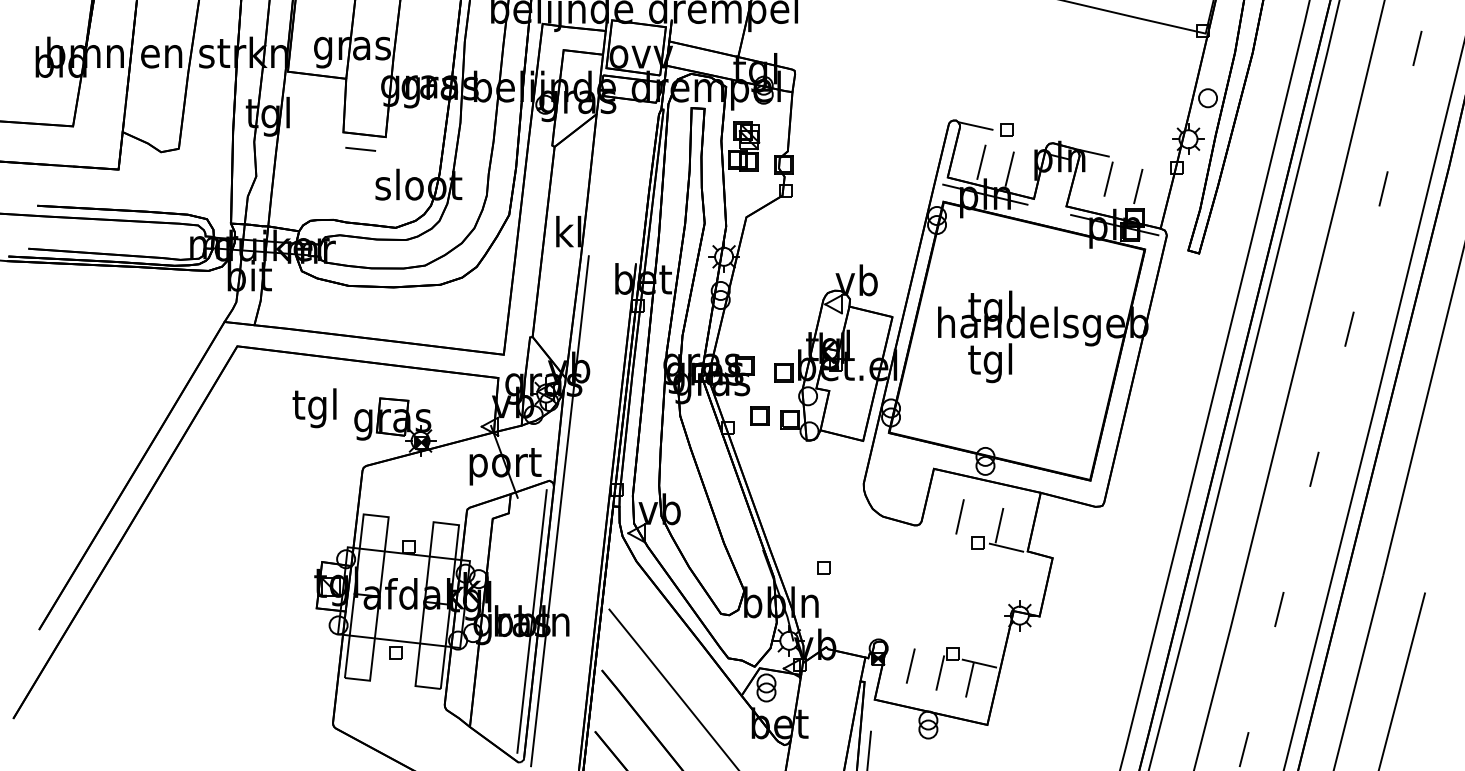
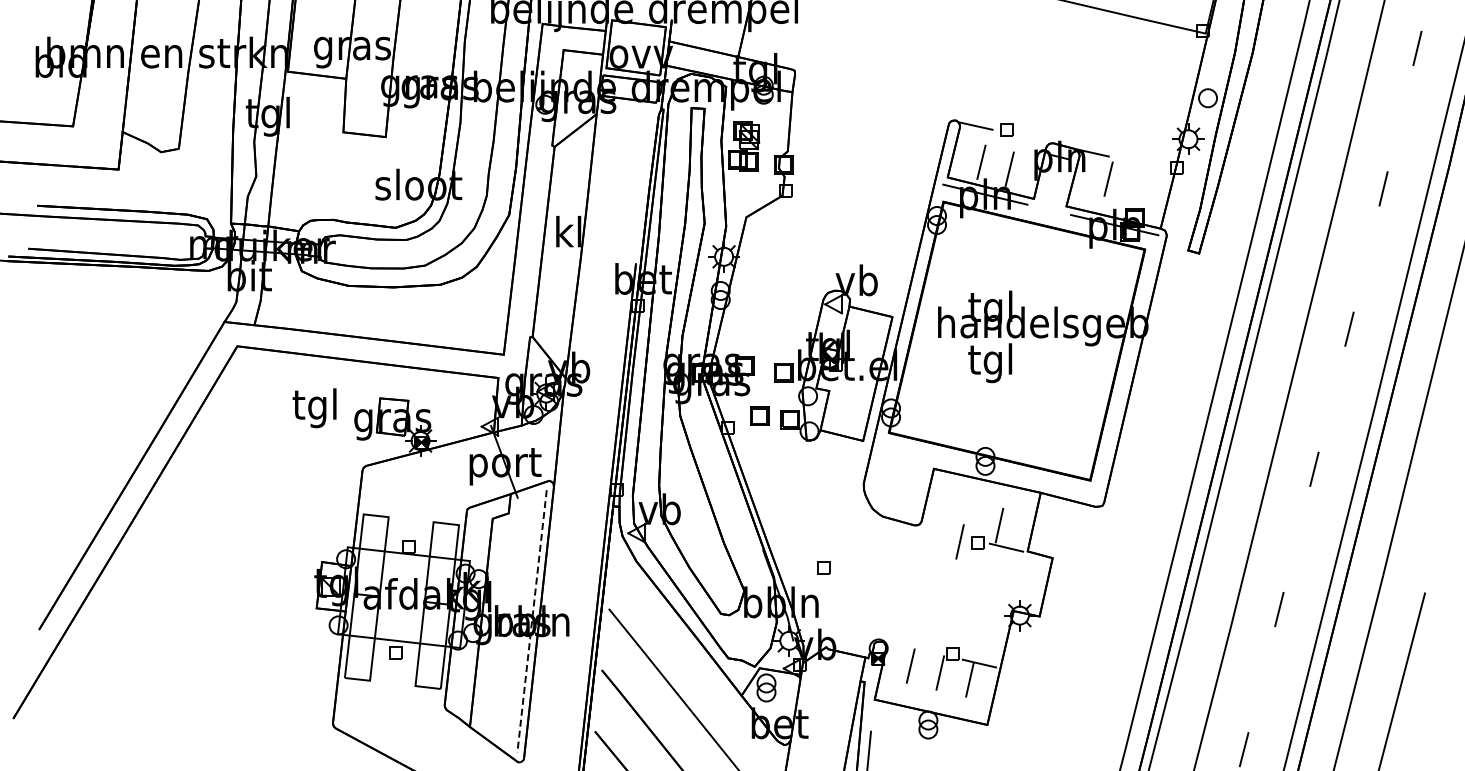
line at (360, 149): present -> none
line at (1137, 189): present -> none
line at (559, 511): present -> none
line at (959, 516) position: (959, 516) -> (959, 541)
line at (532, 621): solid -> dashed
